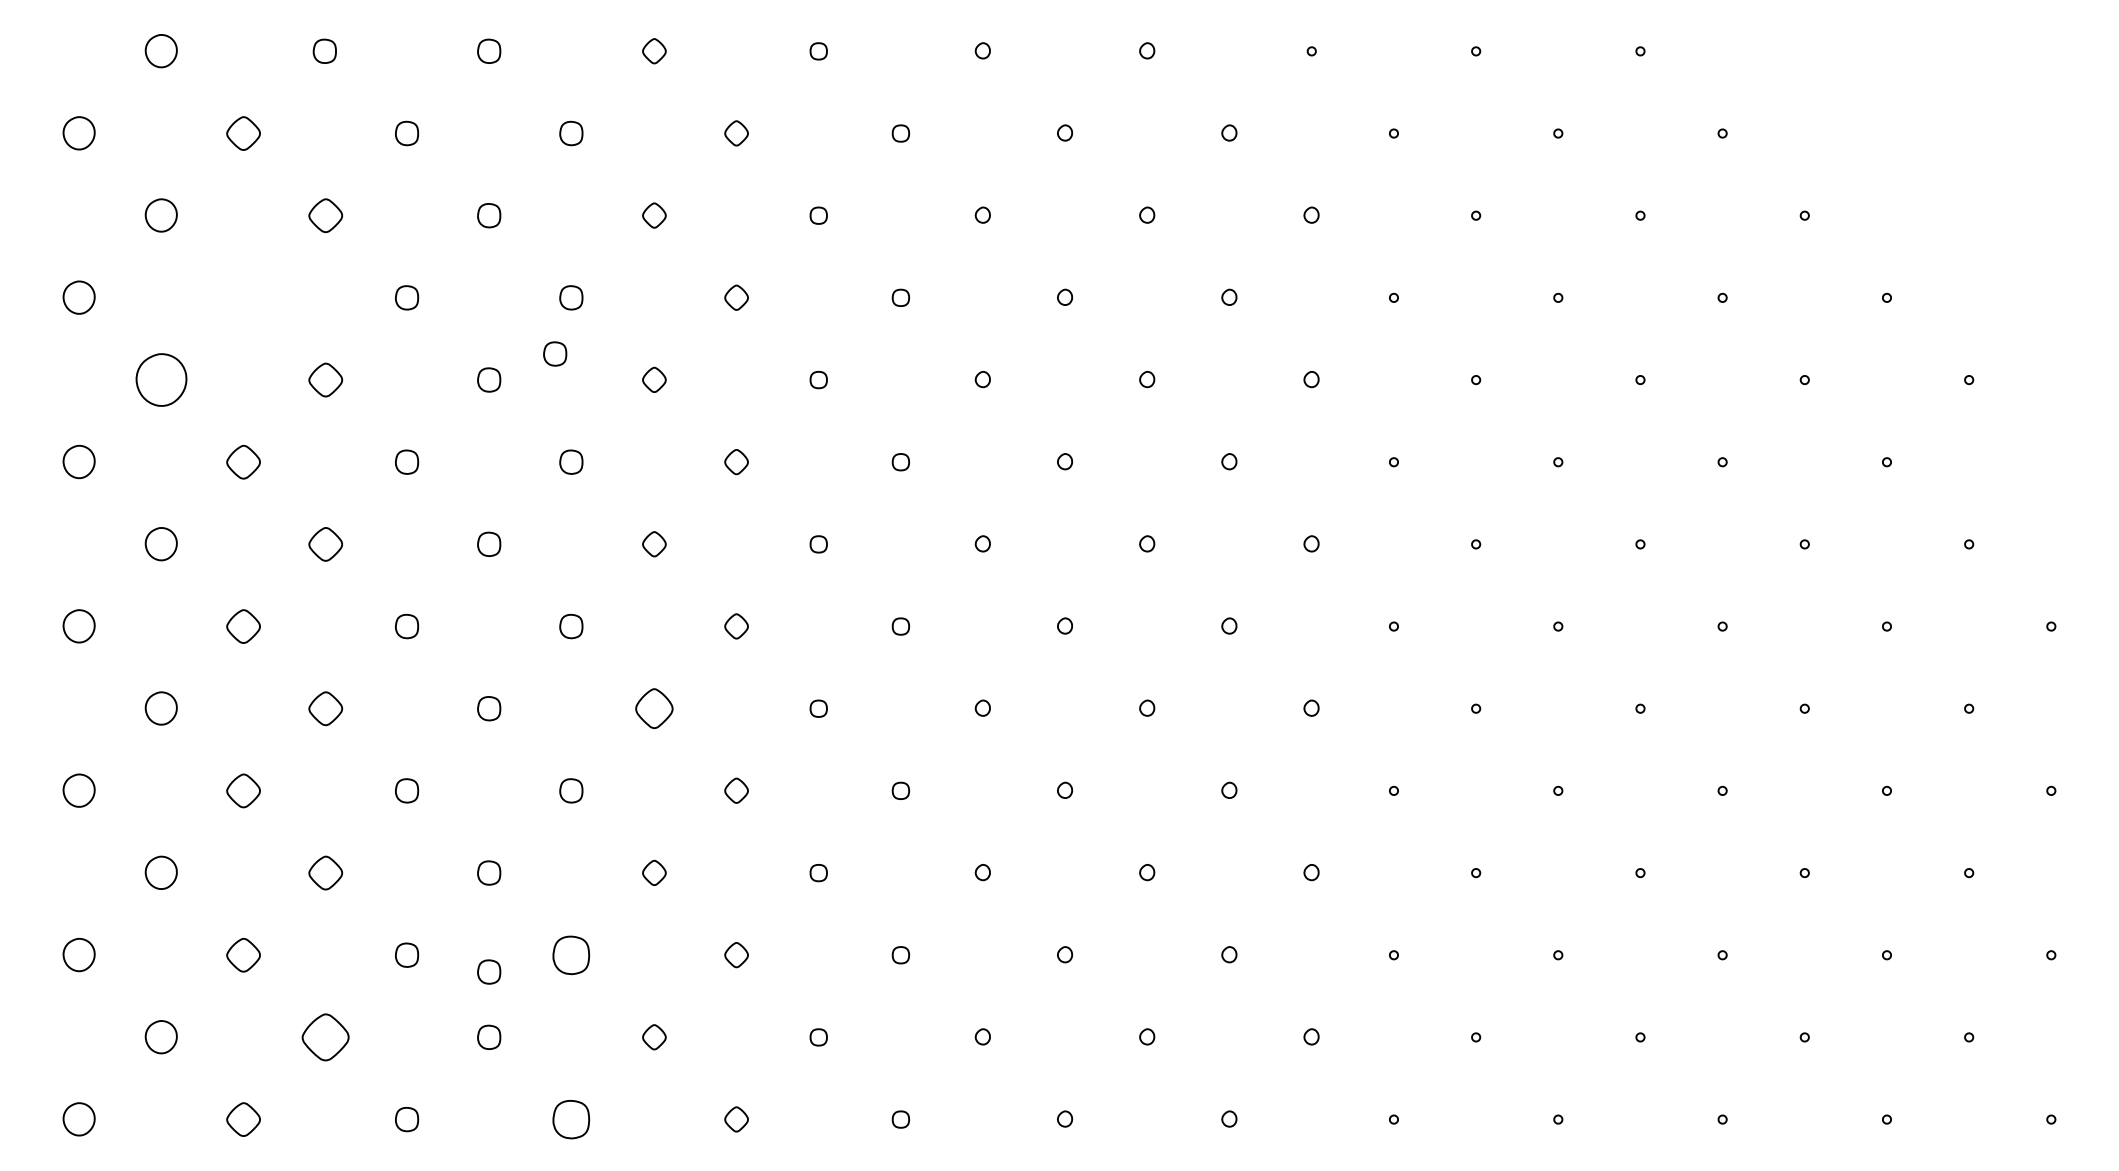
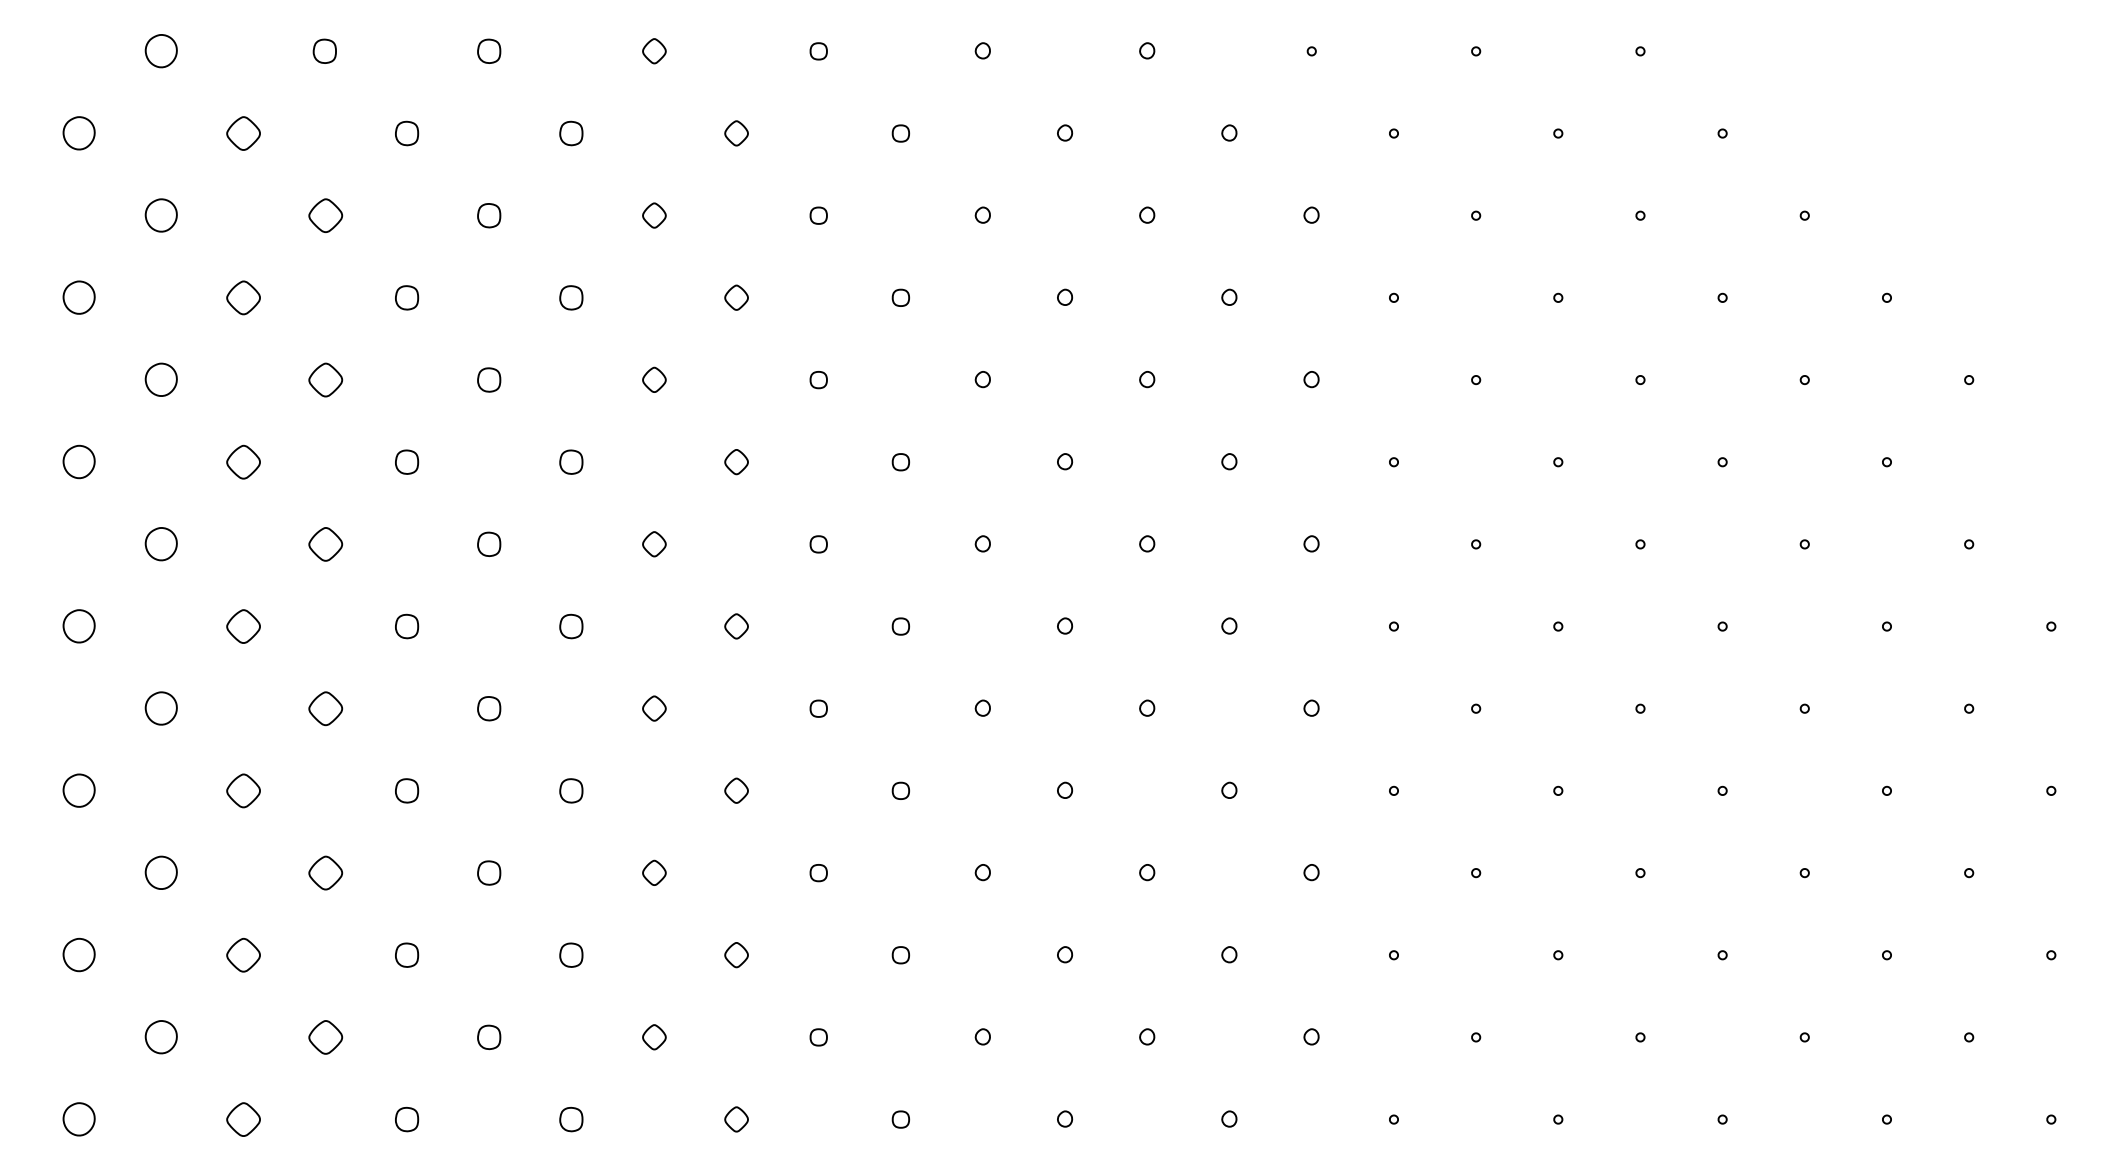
part at (243, 297): none -> present
part at (555, 353): present -> none
part at (161, 379) size: 53x54 px -> 34x35 px
part at (654, 708) size: 39x41 px -> 25x27 px
part at (570, 955) size: 38x41 px -> 25x26 px
part at (489, 971): present -> none
part at (325, 1037) size: 49x49 px -> 36x35 px
part at (570, 1119) size: 38x40 px -> 25x27 px
